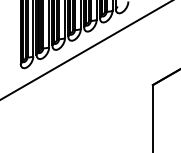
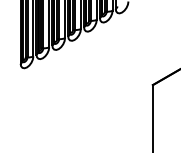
line at (85, 50): present -> none
